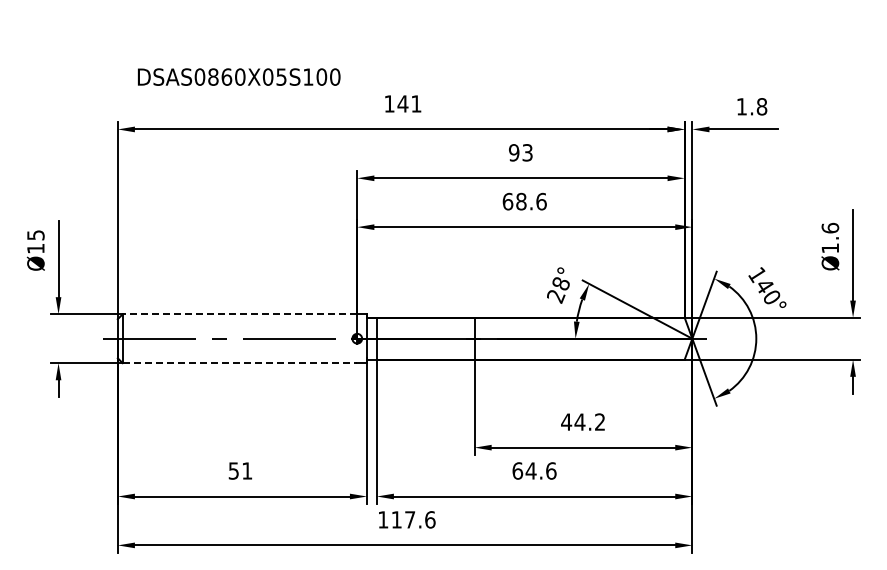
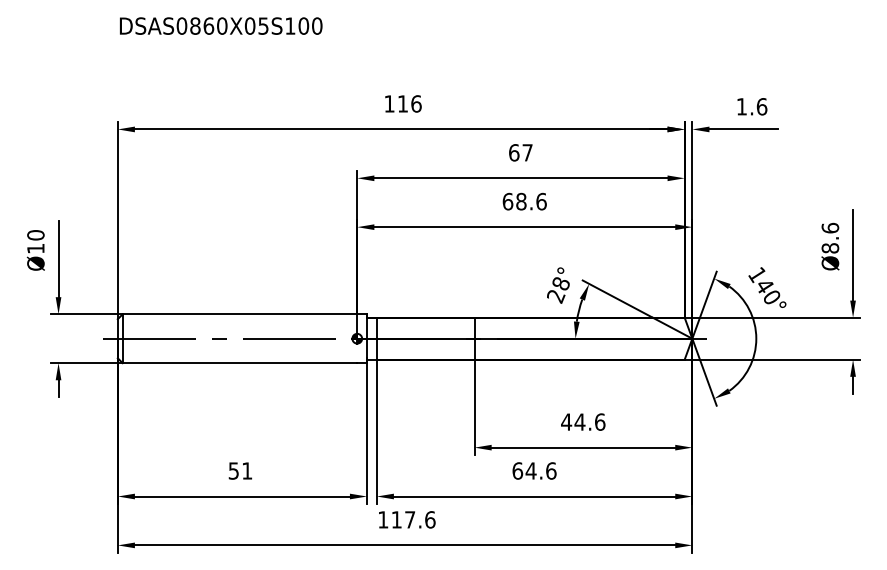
text at (239, 76) position: (239, 76) -> (221, 25)
text at (409, 103): 141 -> 116
text at (761, 106): 1.8 -> 1.6
text at (520, 152): 93 -> 67
text at (35, 235): Ø15 -> Ø10
text at (830, 248): Ø1.6 -> Ø8.6
line at (239, 314): dashed -> solid
line at (240, 363): dashed -> solid
text at (600, 421): 44.2 -> 44.6
